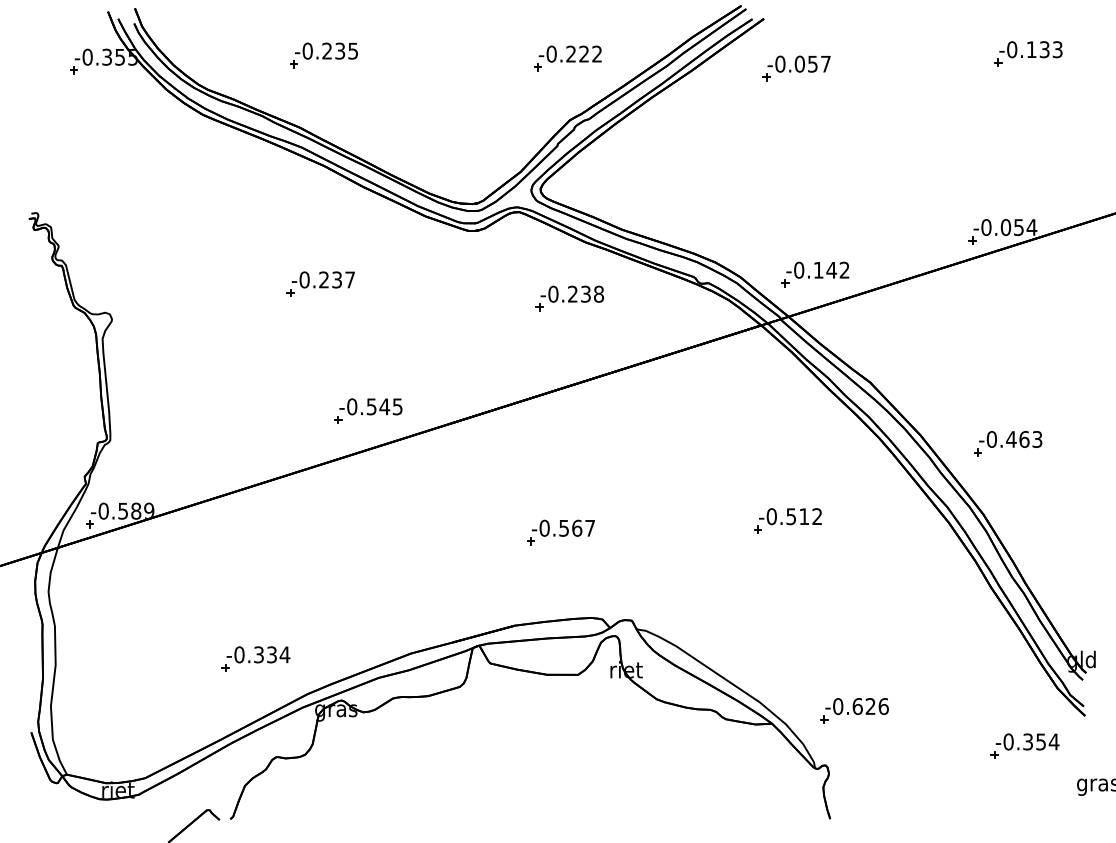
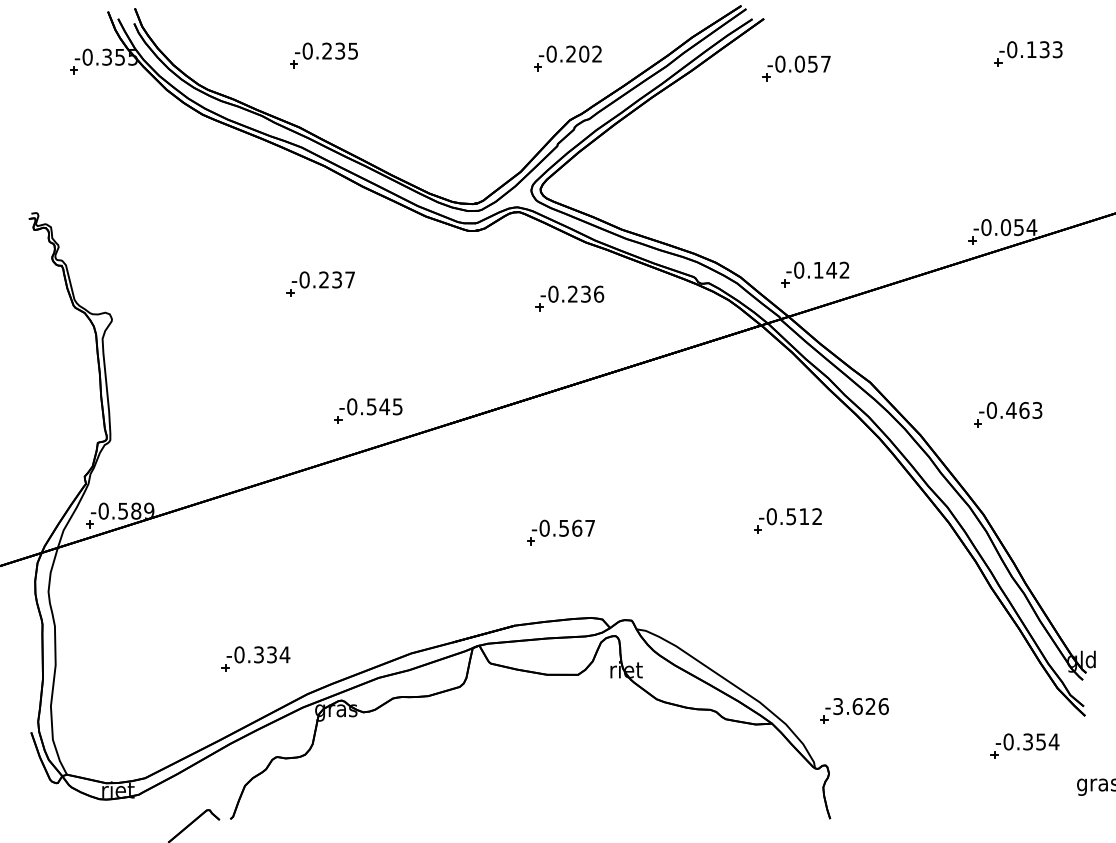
text at (584, 53): -0.222 -> -0.202
text at (599, 293): -0.238 -> -0.236
part at (1008, 443) position: (1008, 443) -> (1008, 414)
text at (838, 706): -0.626 -> -3.626
